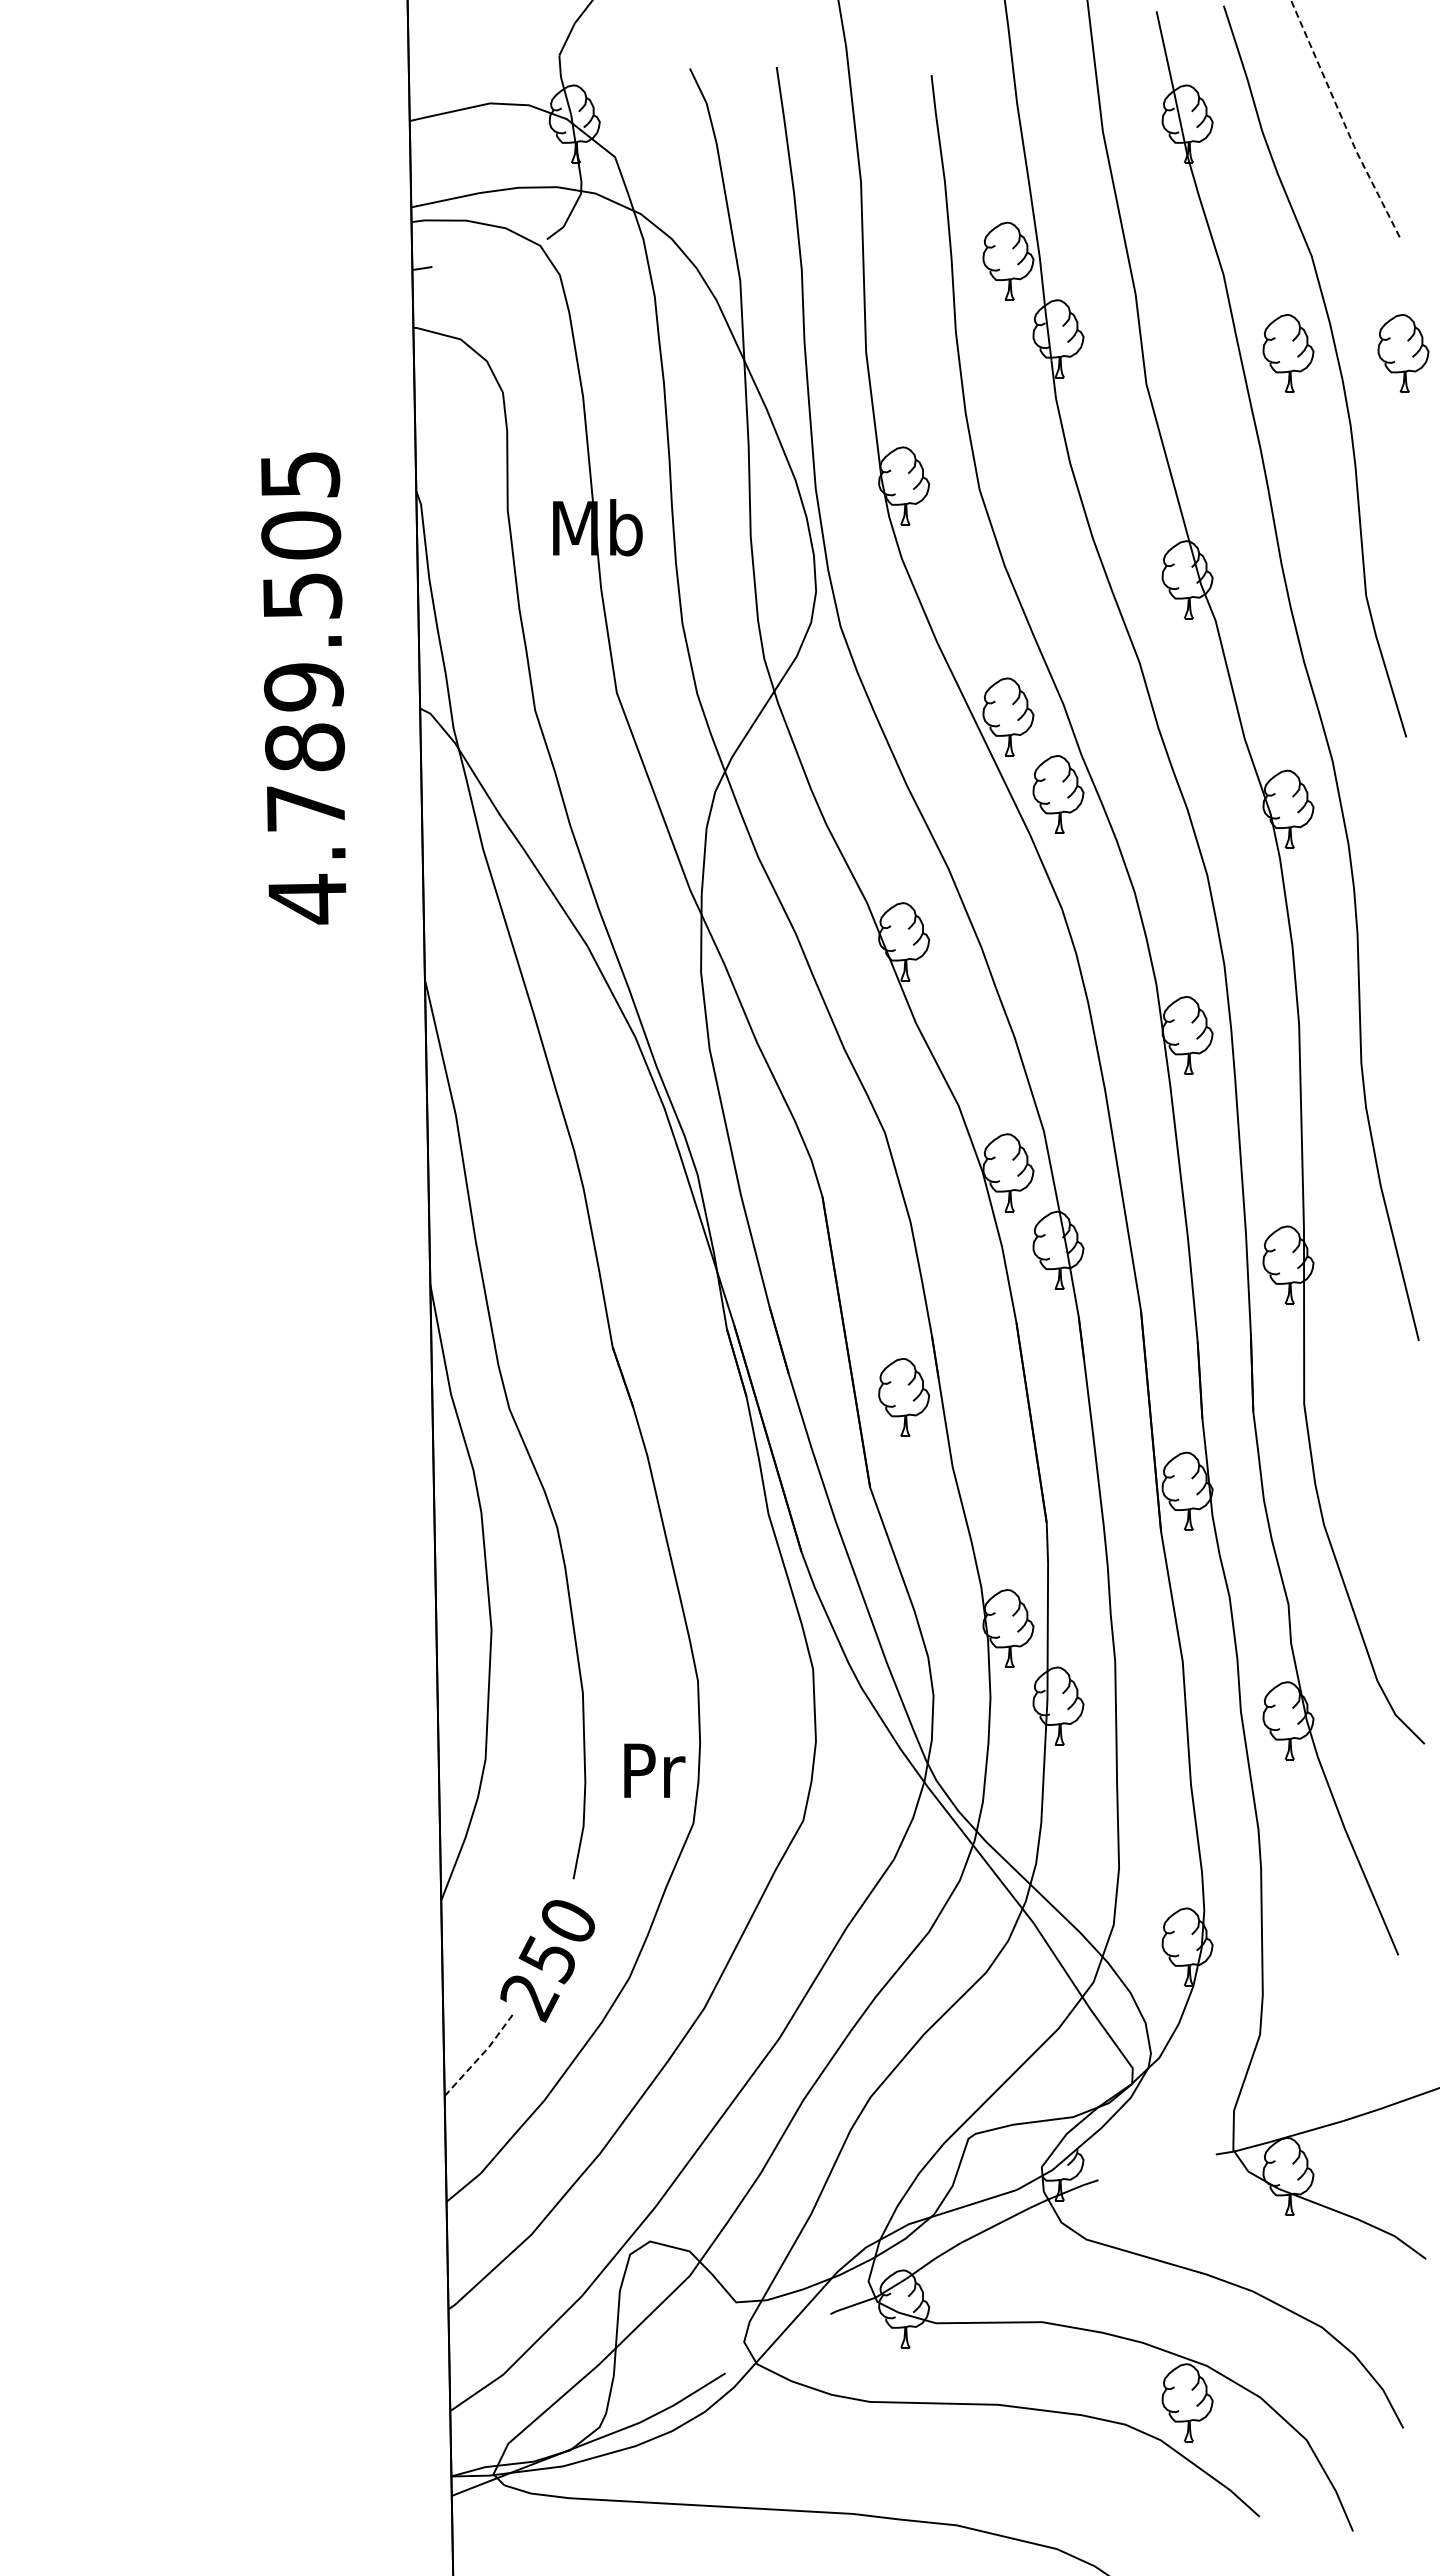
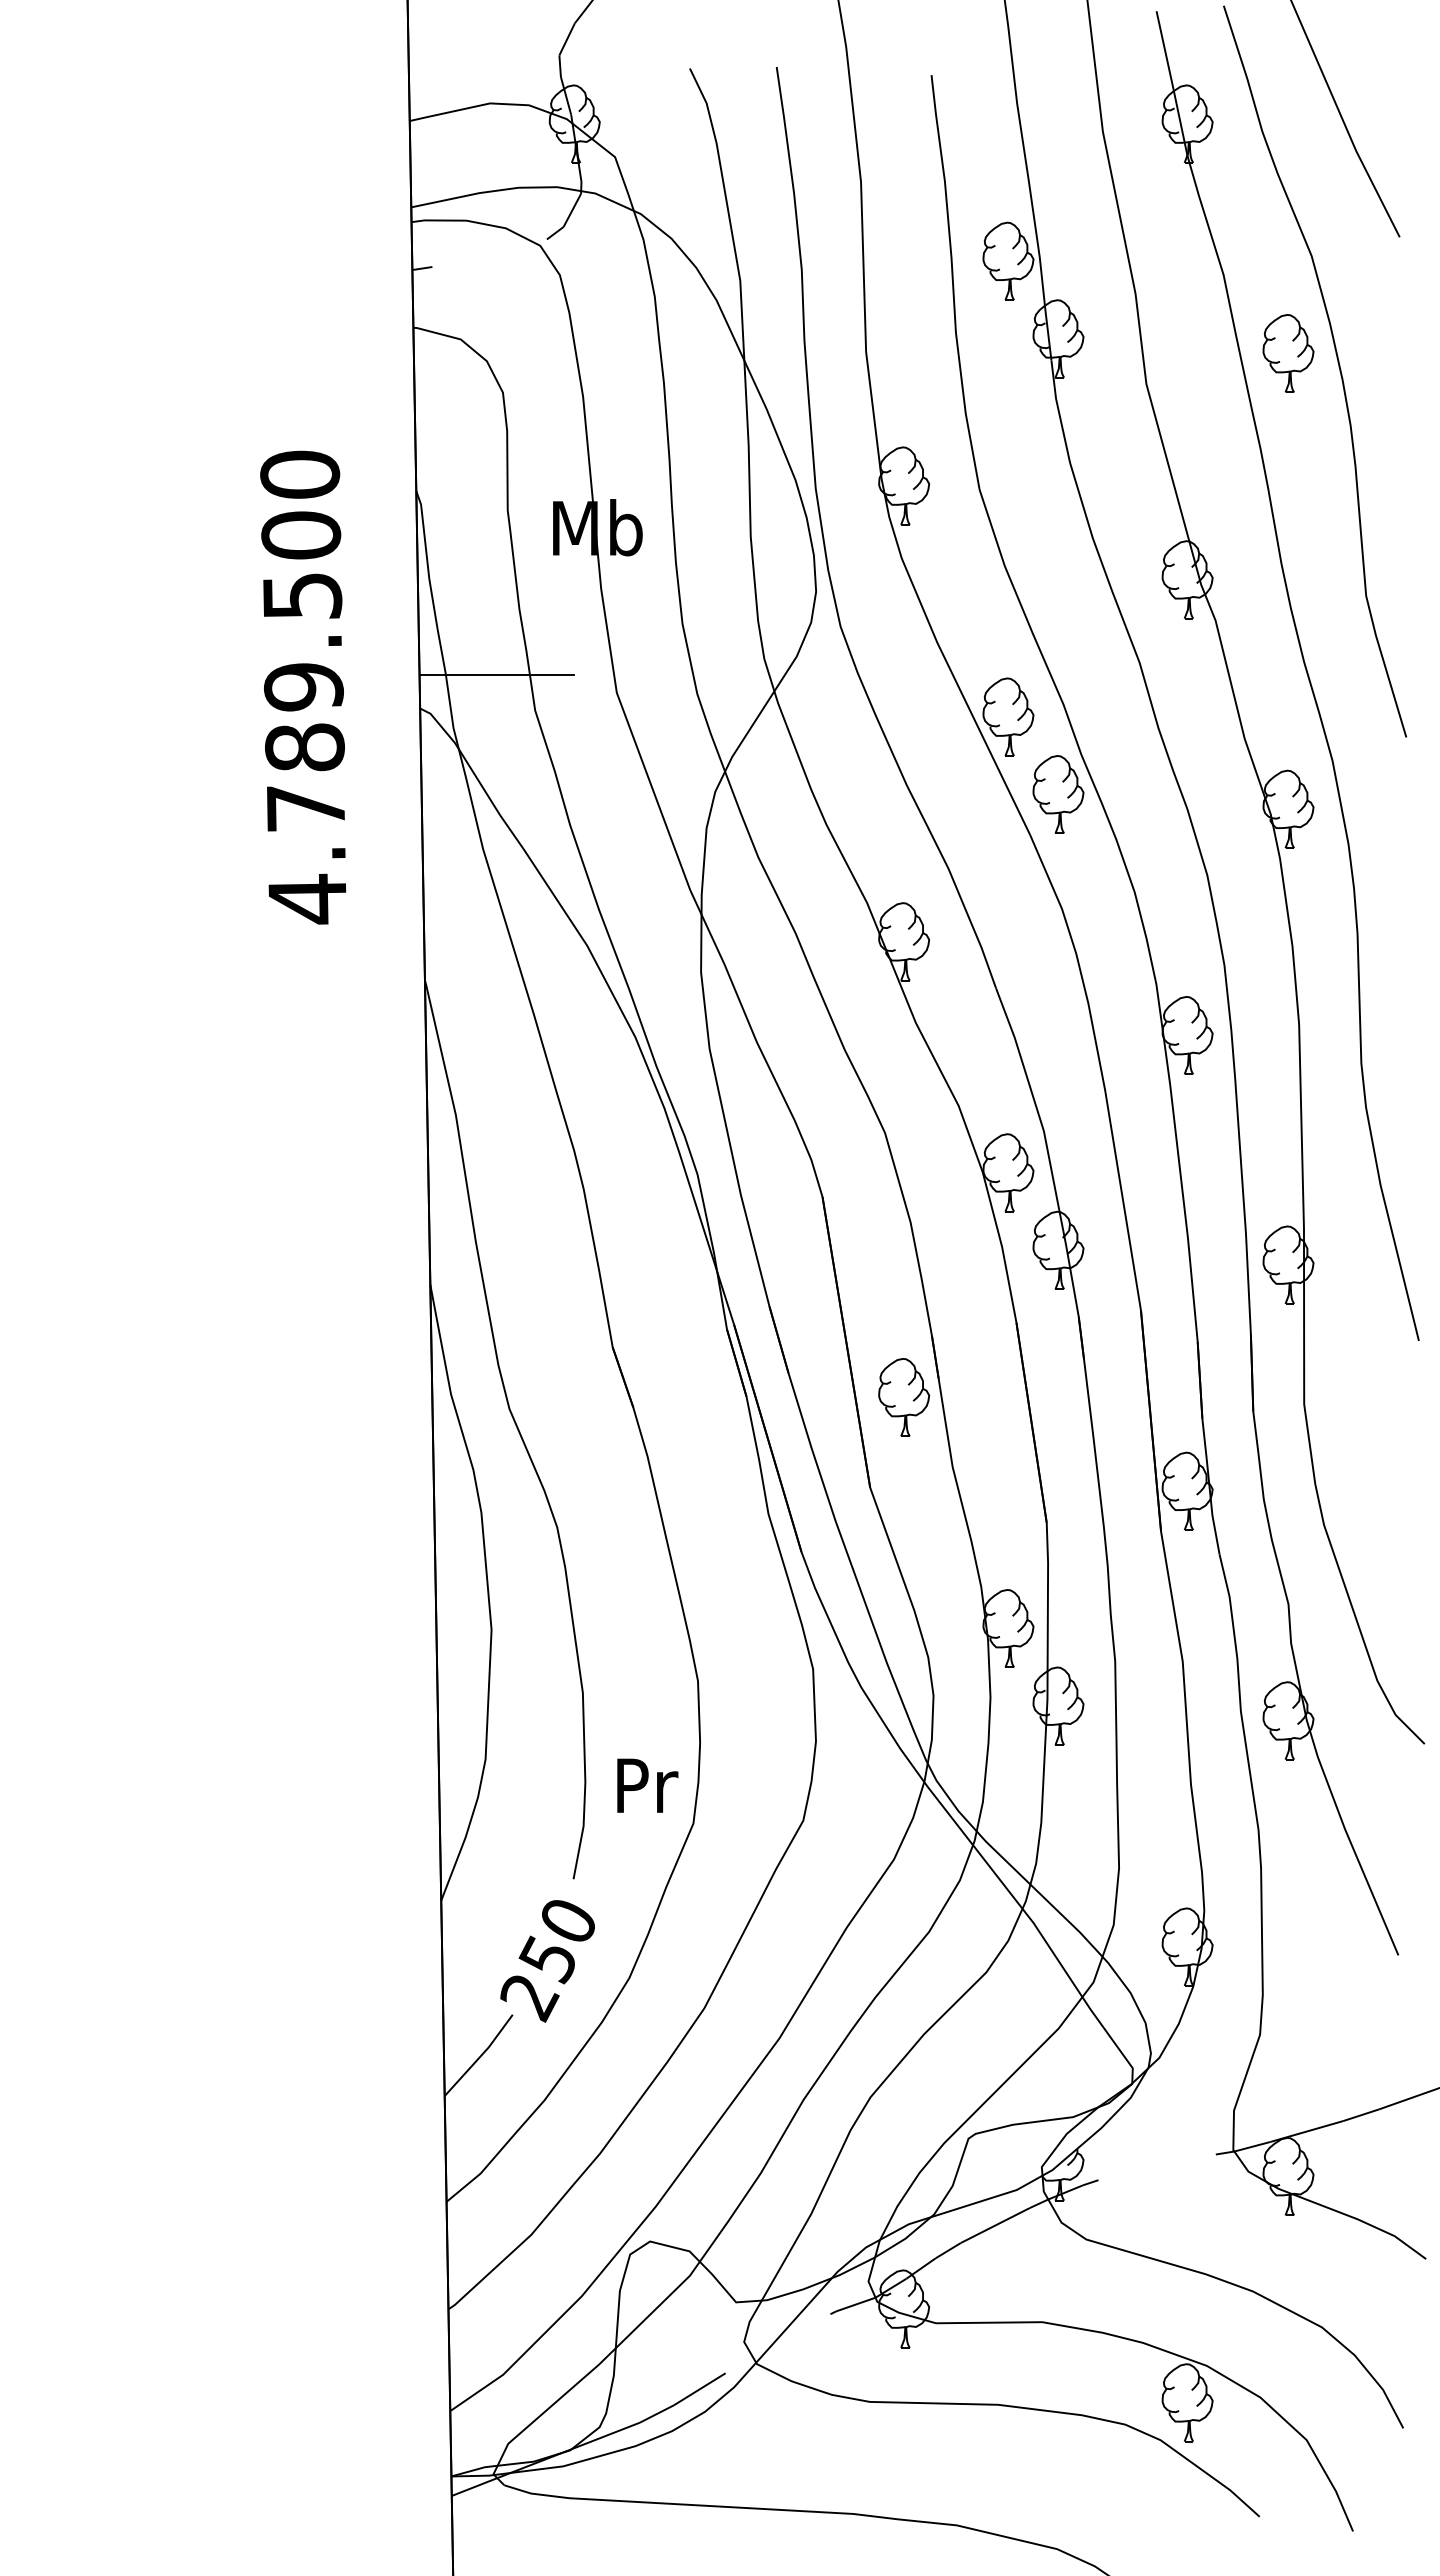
line at (1343, 120): dashed -> solid
part at (1403, 353): present -> none
text at (300, 474): 4.789.505 -> 4.789.500
line at (496, 675): none -> present
text at (654, 1770) position: (654, 1770) -> (647, 1785)
line at (480, 2056): dashed -> solid
